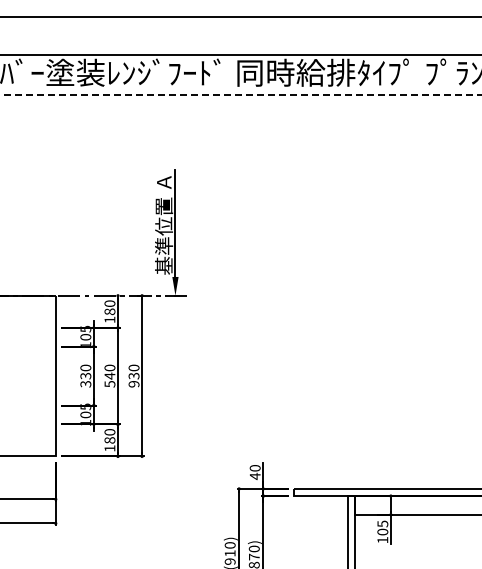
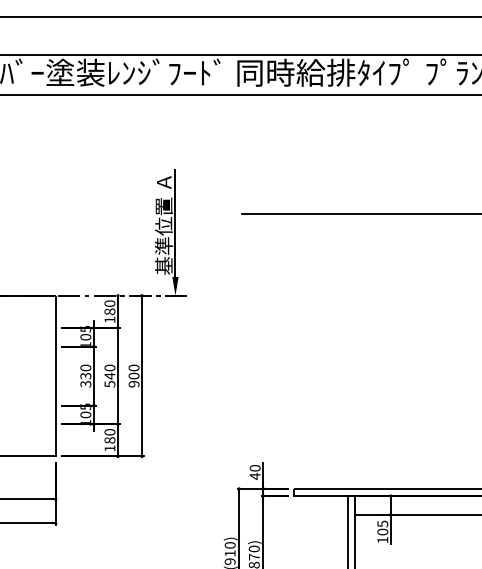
line at (241, 95): dashed -> solid
line at (359, 213): none -> present
text at (133, 375): 930 -> 900
